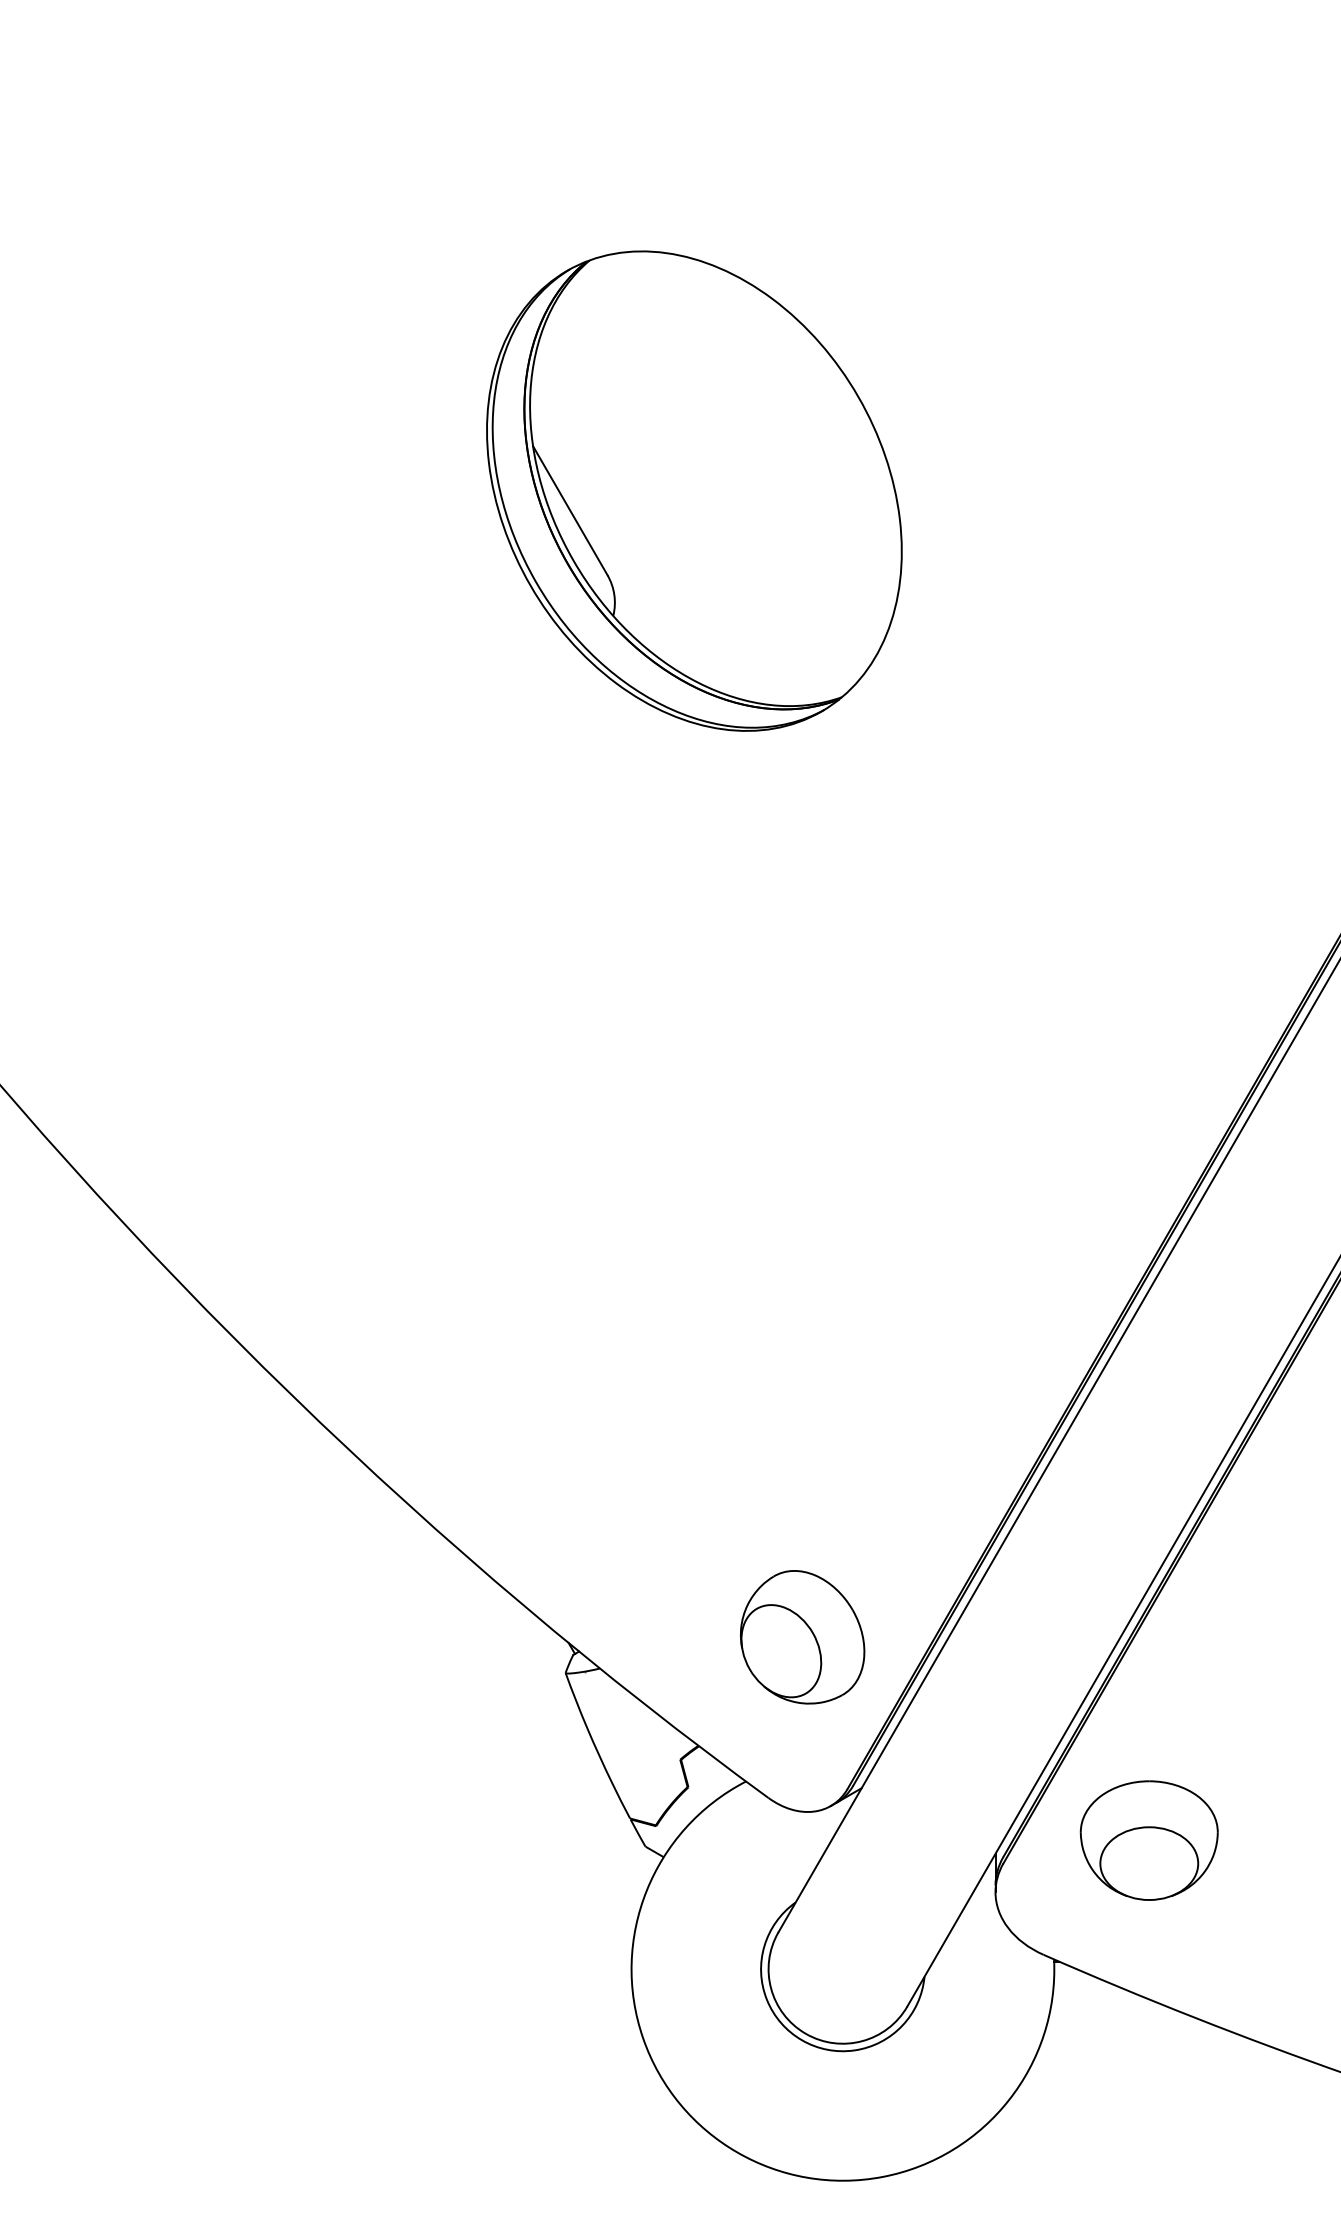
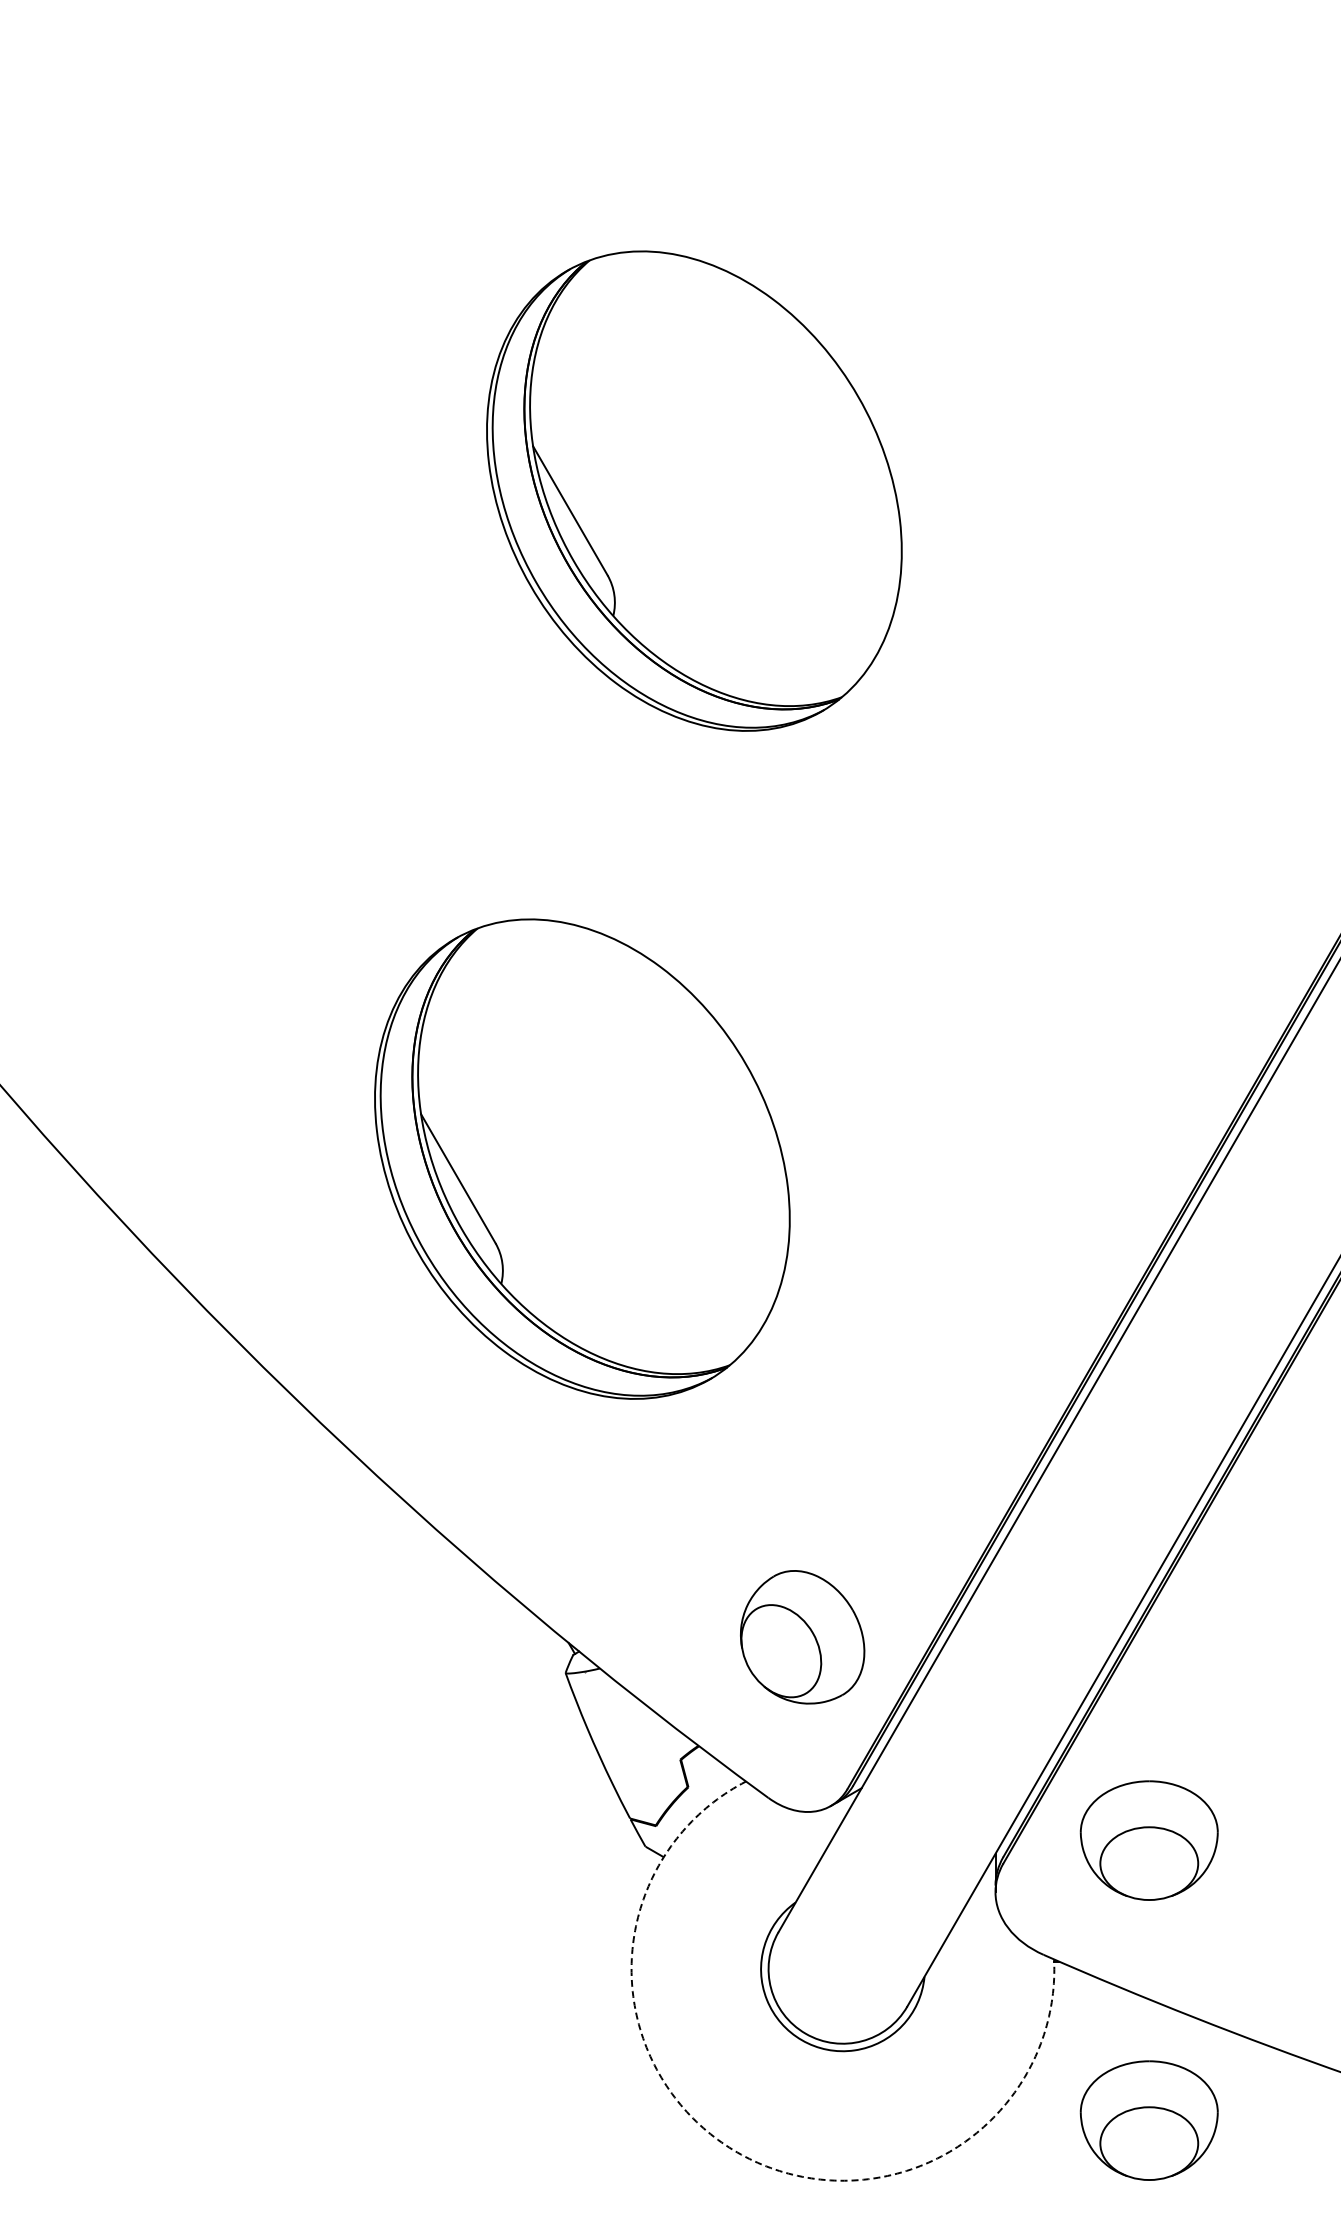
part at (582, 1158): none -> present
part at (1148, 2120): none -> present
arc at (737, 2152): solid -> dashed
